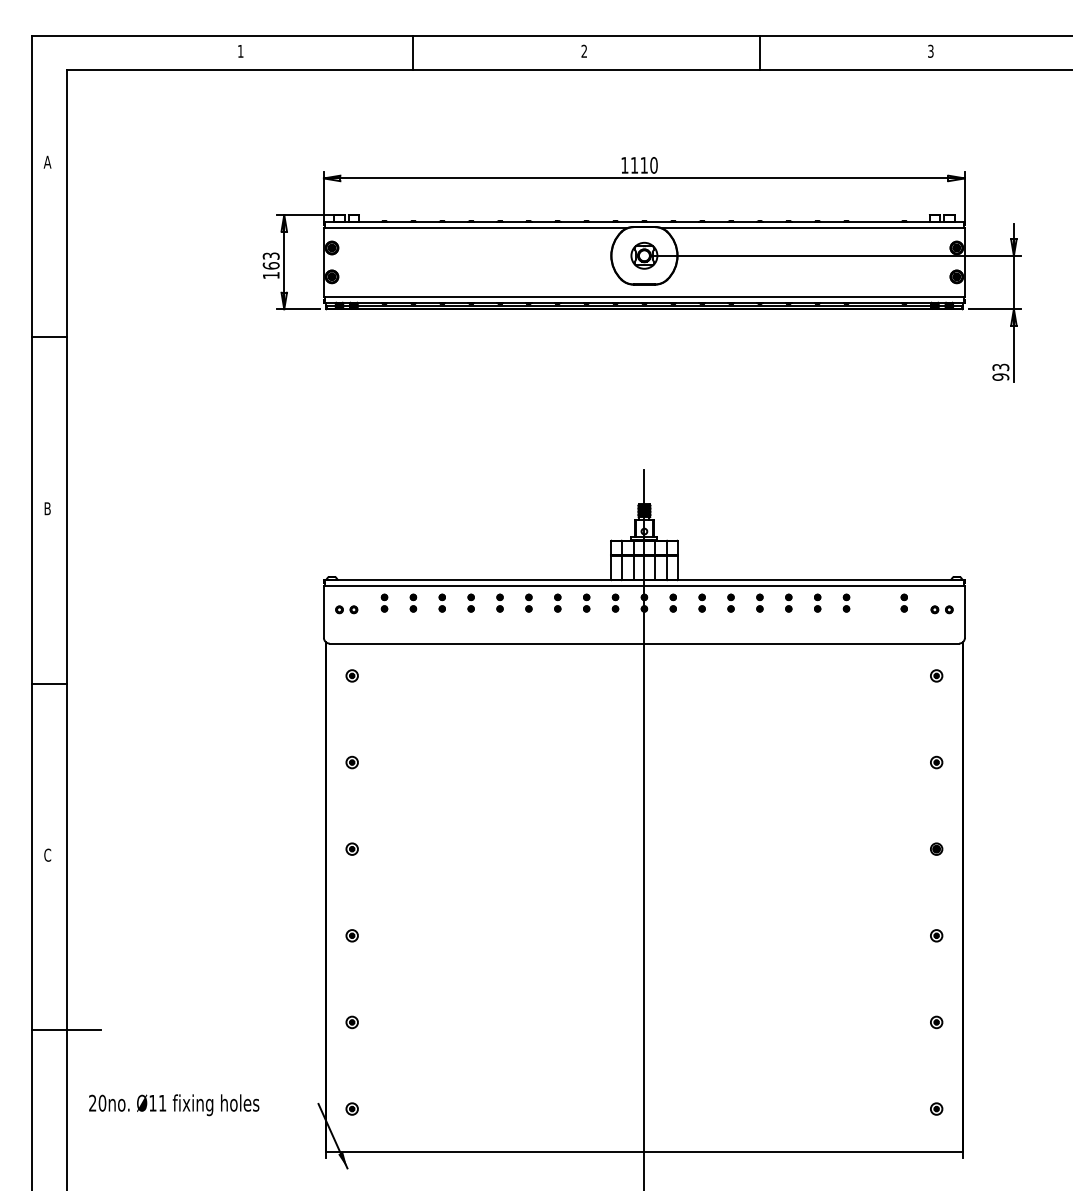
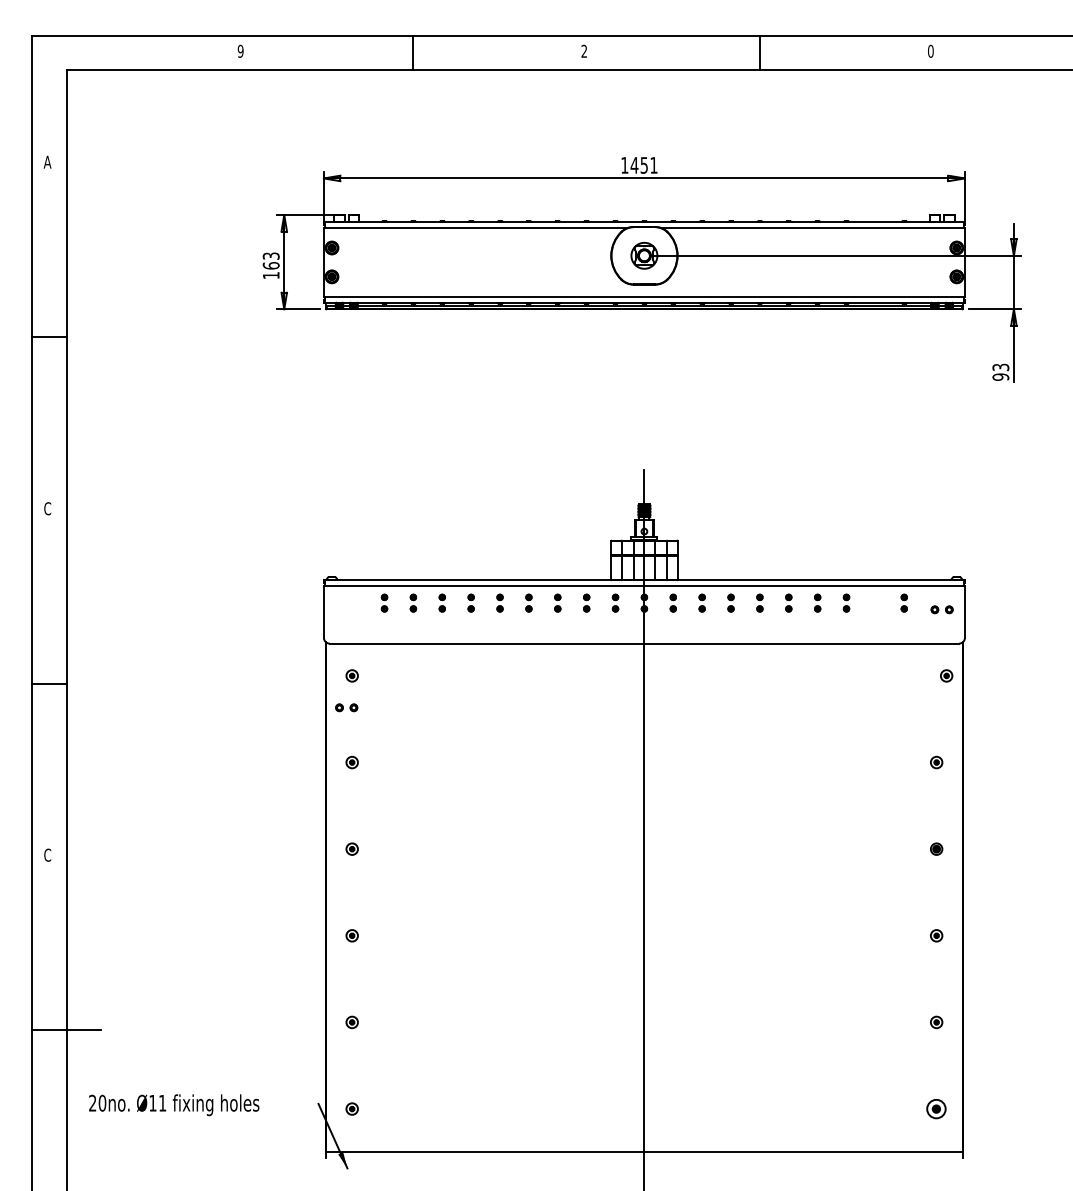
text at (240, 50): 1 -> 9
text at (930, 50): 3 -> 0
text at (643, 165): 1110 -> 1451
text at (47, 508): B -> C
part at (346, 609) position: (346, 609) -> (346, 707)
part at (936, 675) position: (936, 675) -> (946, 675)
part at (936, 1108) size: 14x14 px -> 21x21 px
